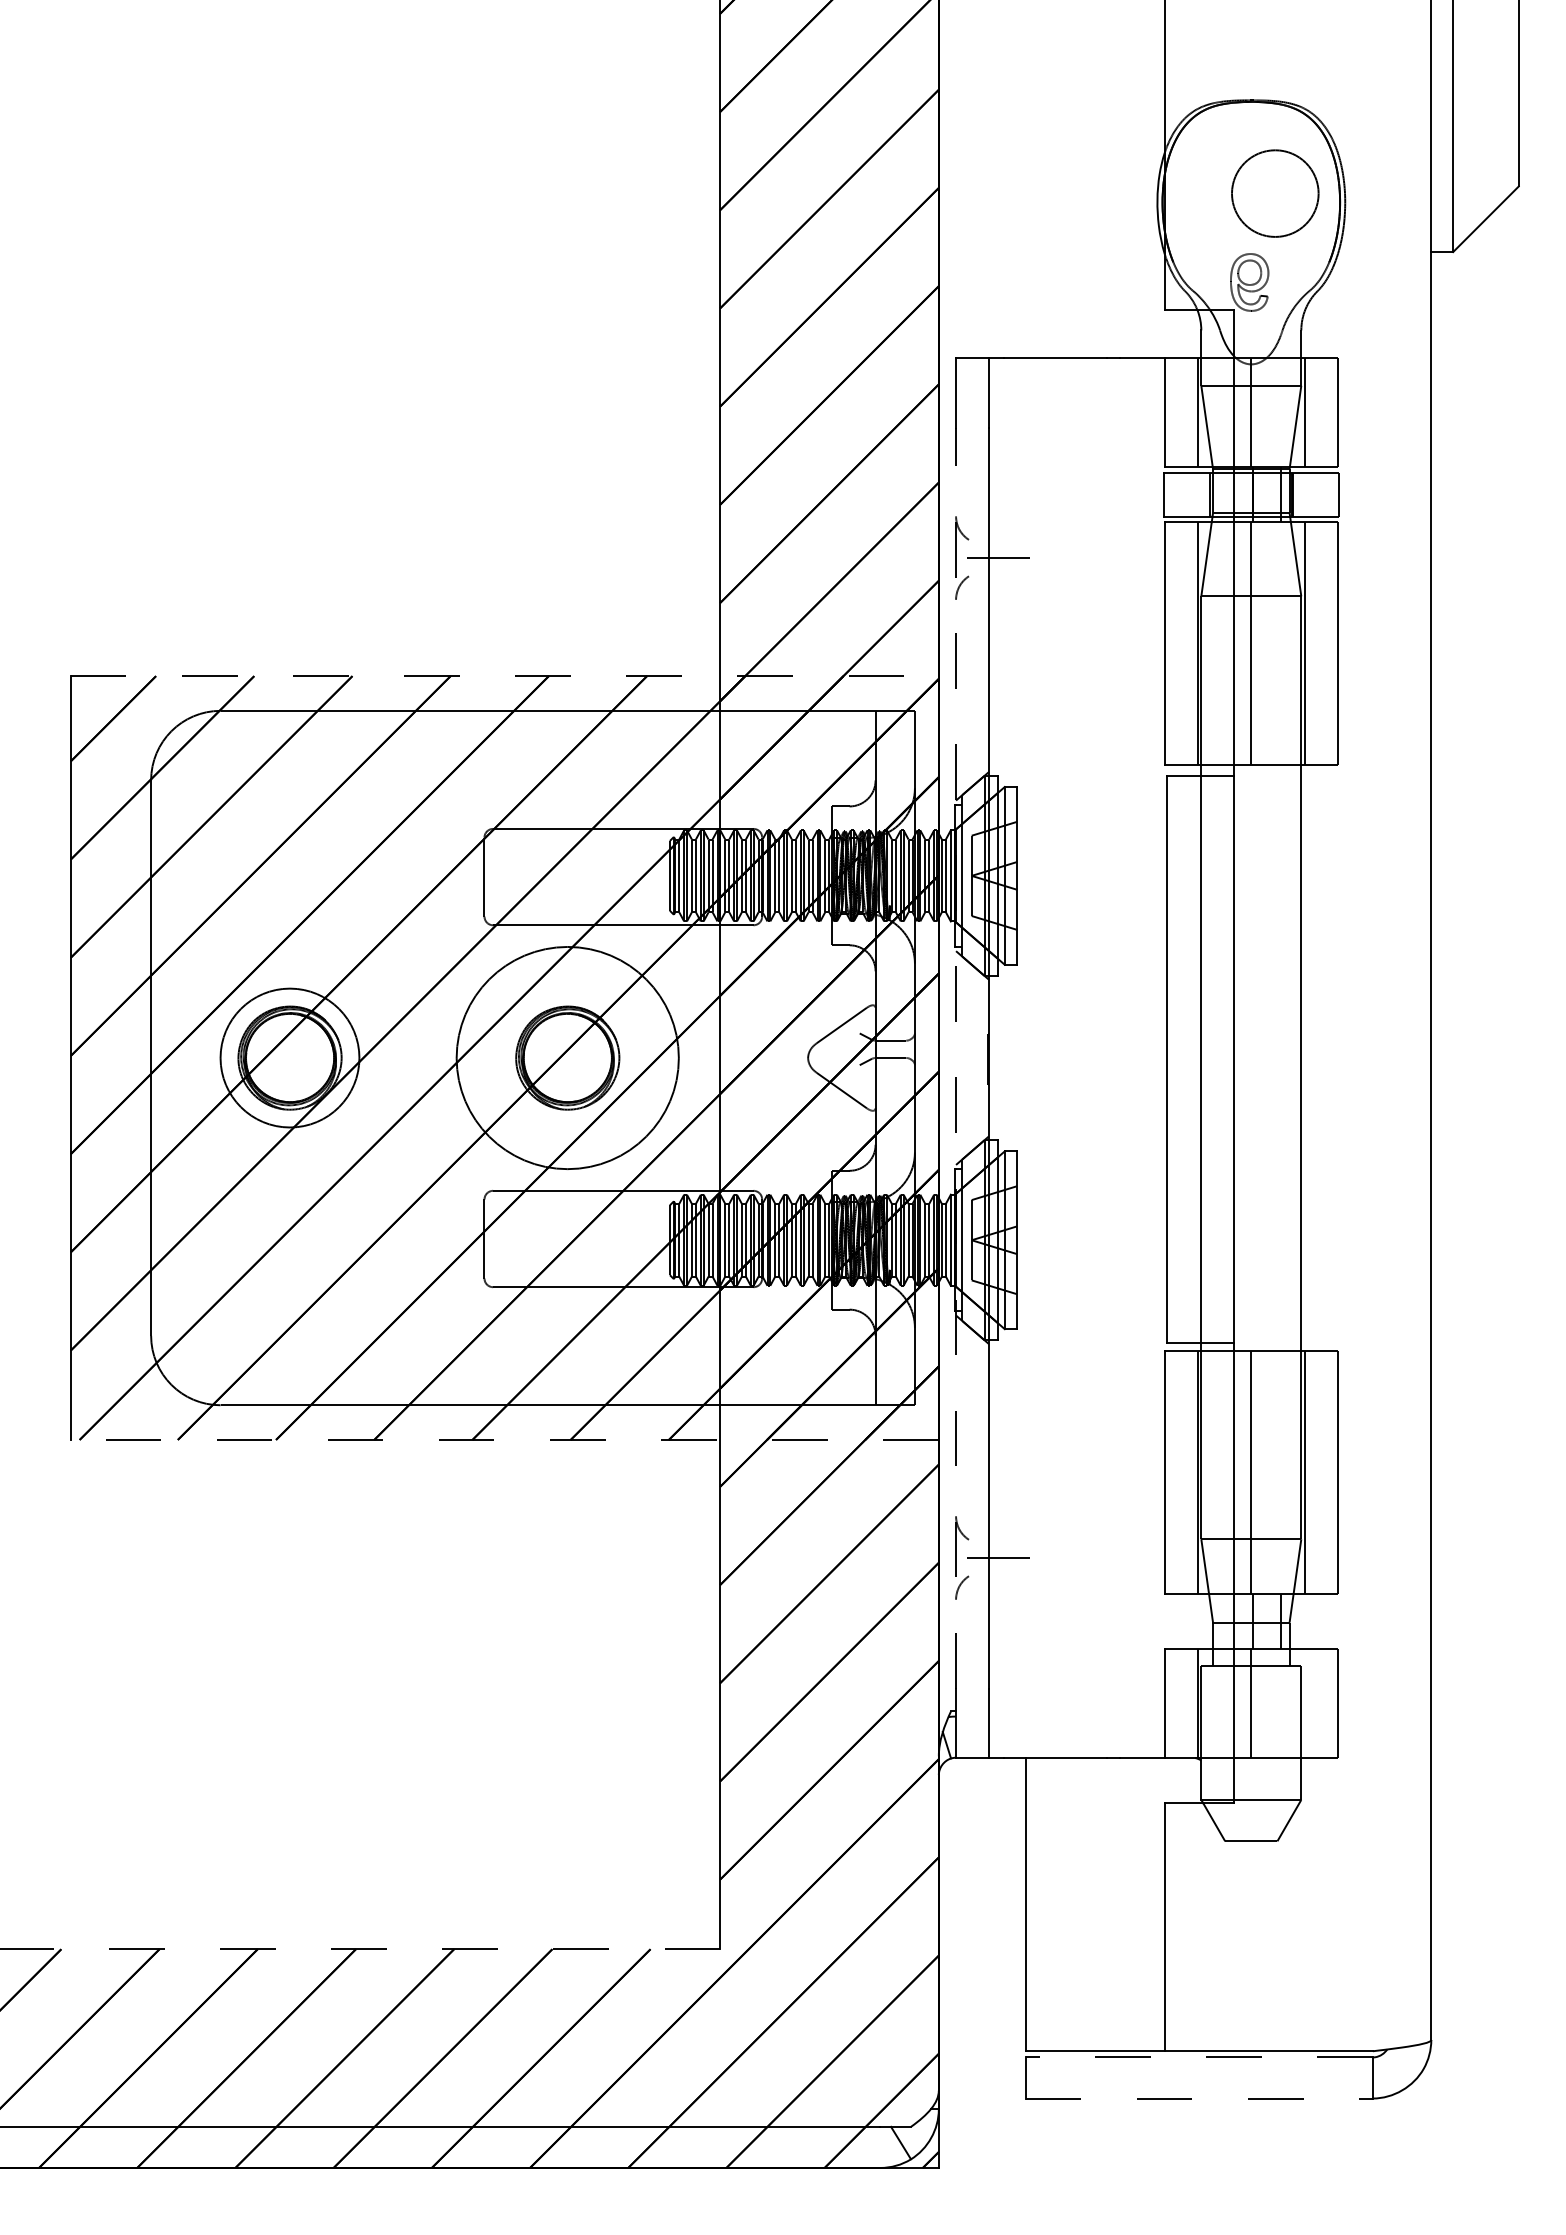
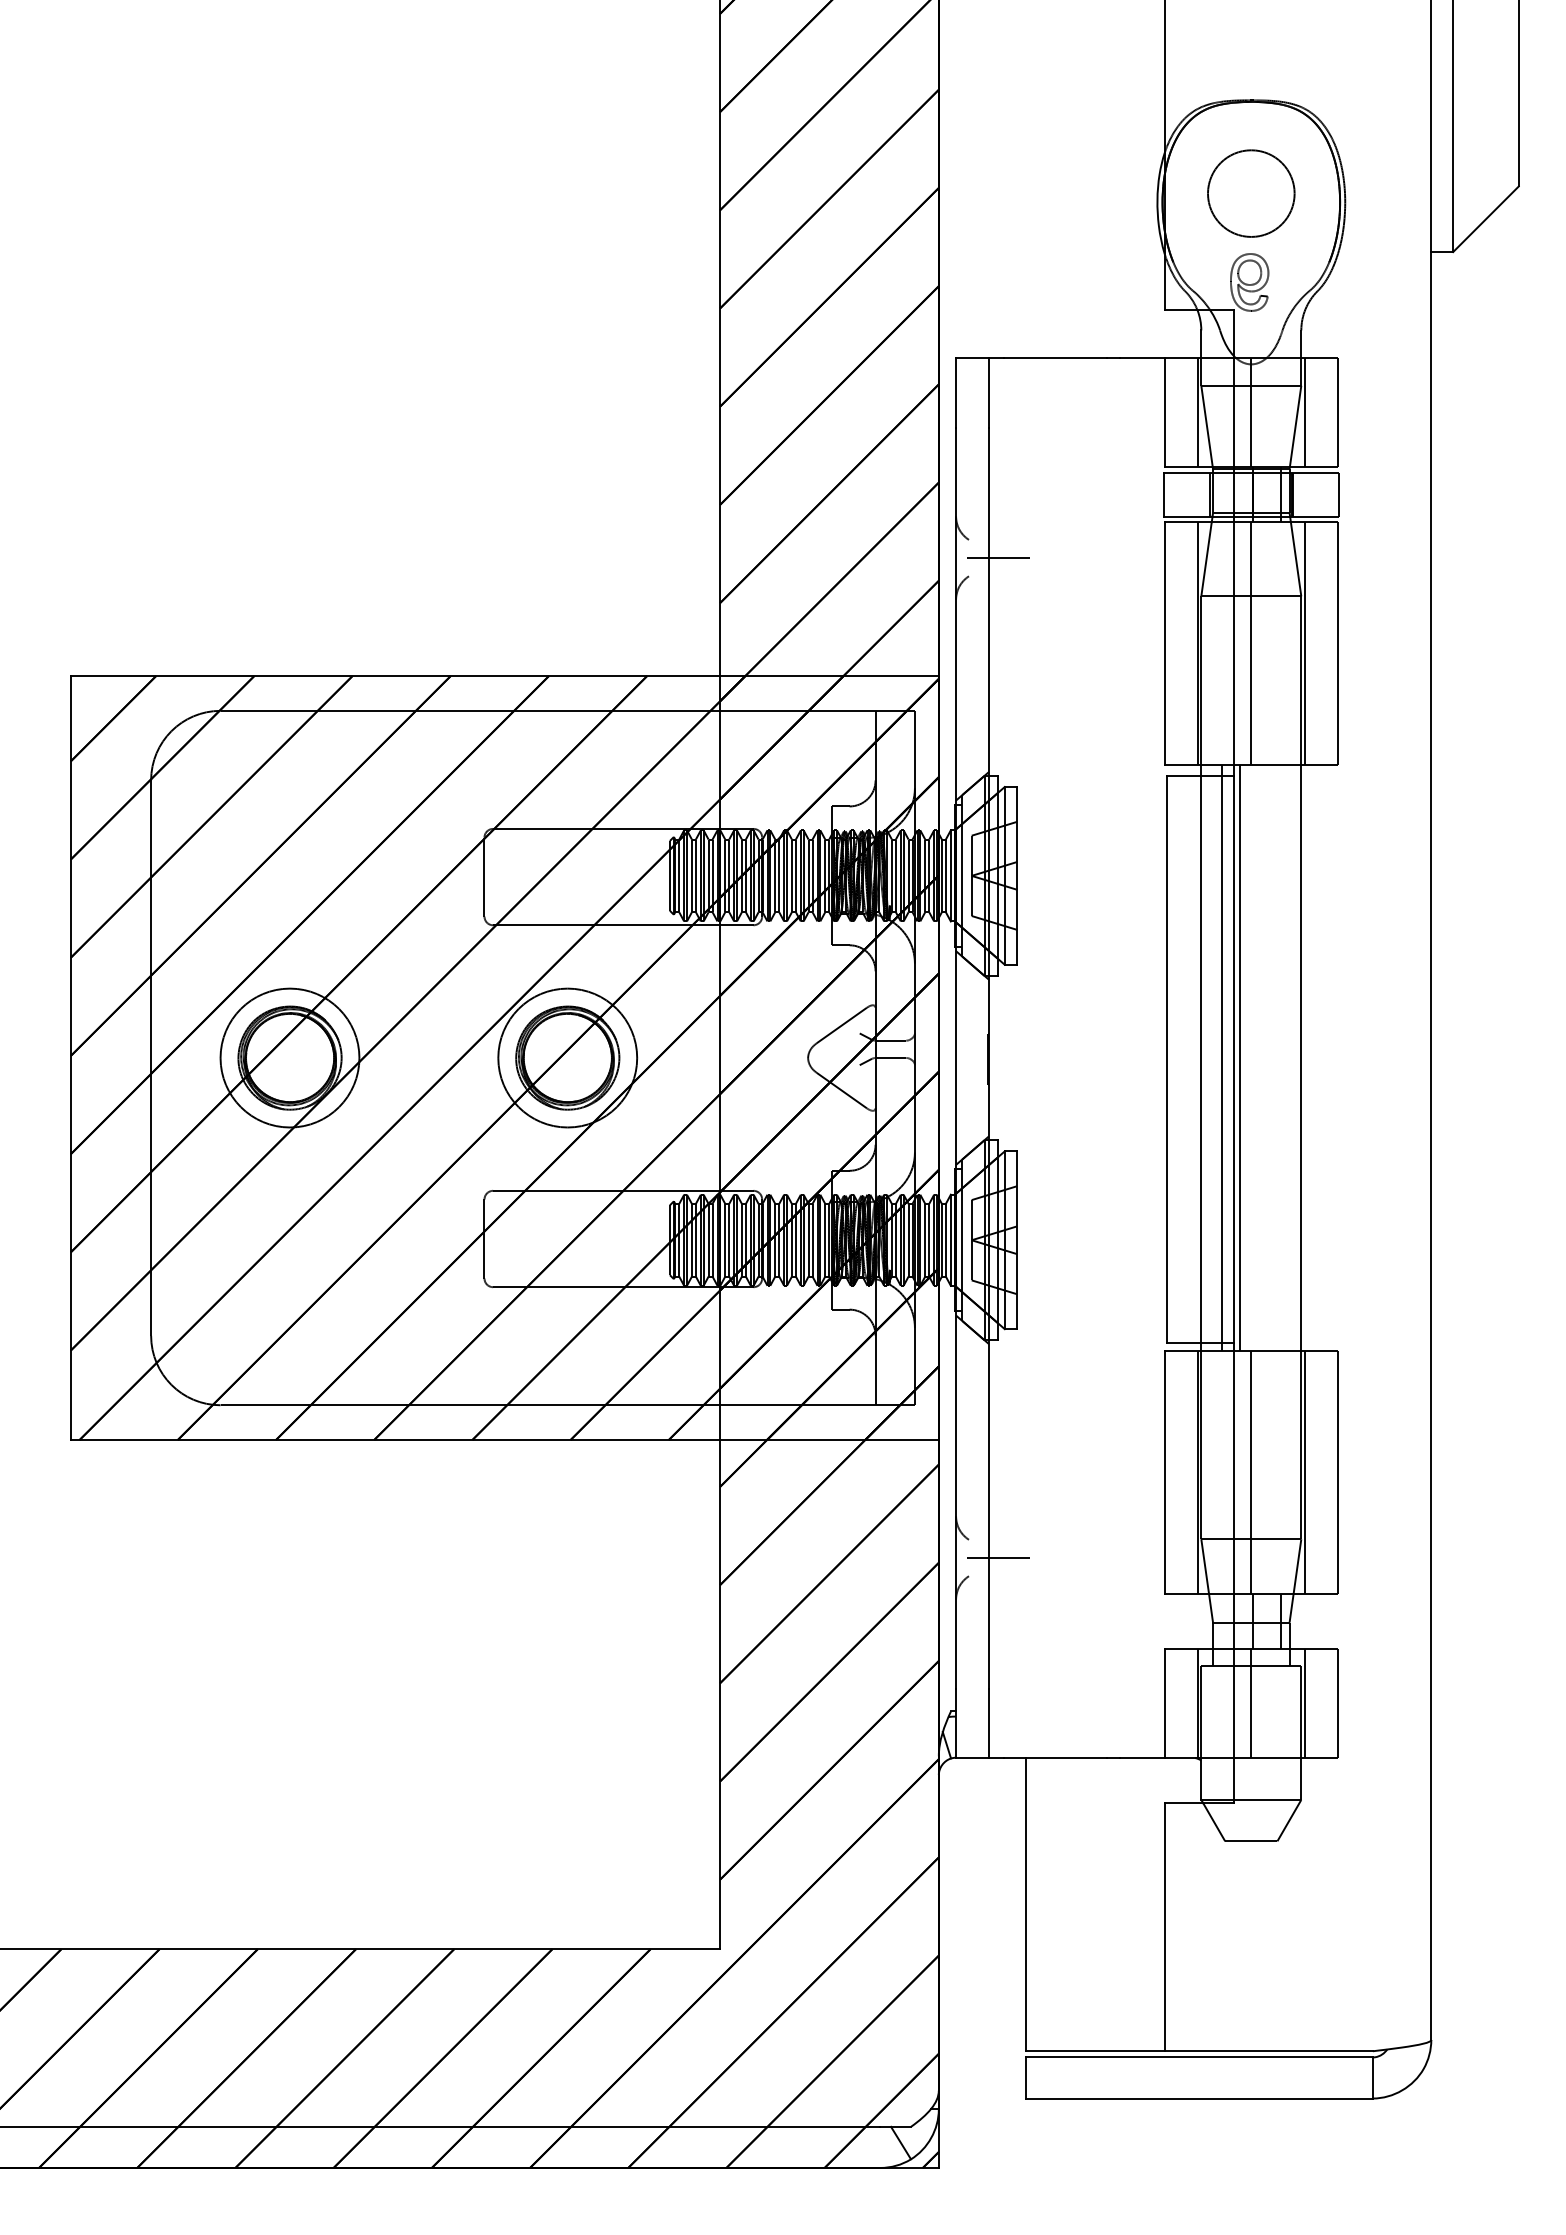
circle at (1275, 193) position: (1275, 193) -> (1251, 193)
line at (504, 676): dashed -> solid
circle at (567, 1057) diameter: 222 px -> 139 px
line at (1222, 1057): none -> present
line at (1240, 1057): none -> present
line at (956, 1058): dashed -> solid
line at (504, 1439): dashed -> solid
line at (1304, 1703): none -> present
line at (359, 1949): dashed -> solid
line at (1199, 2057): dashed -> solid
line at (1199, 2098): dashed -> solid
